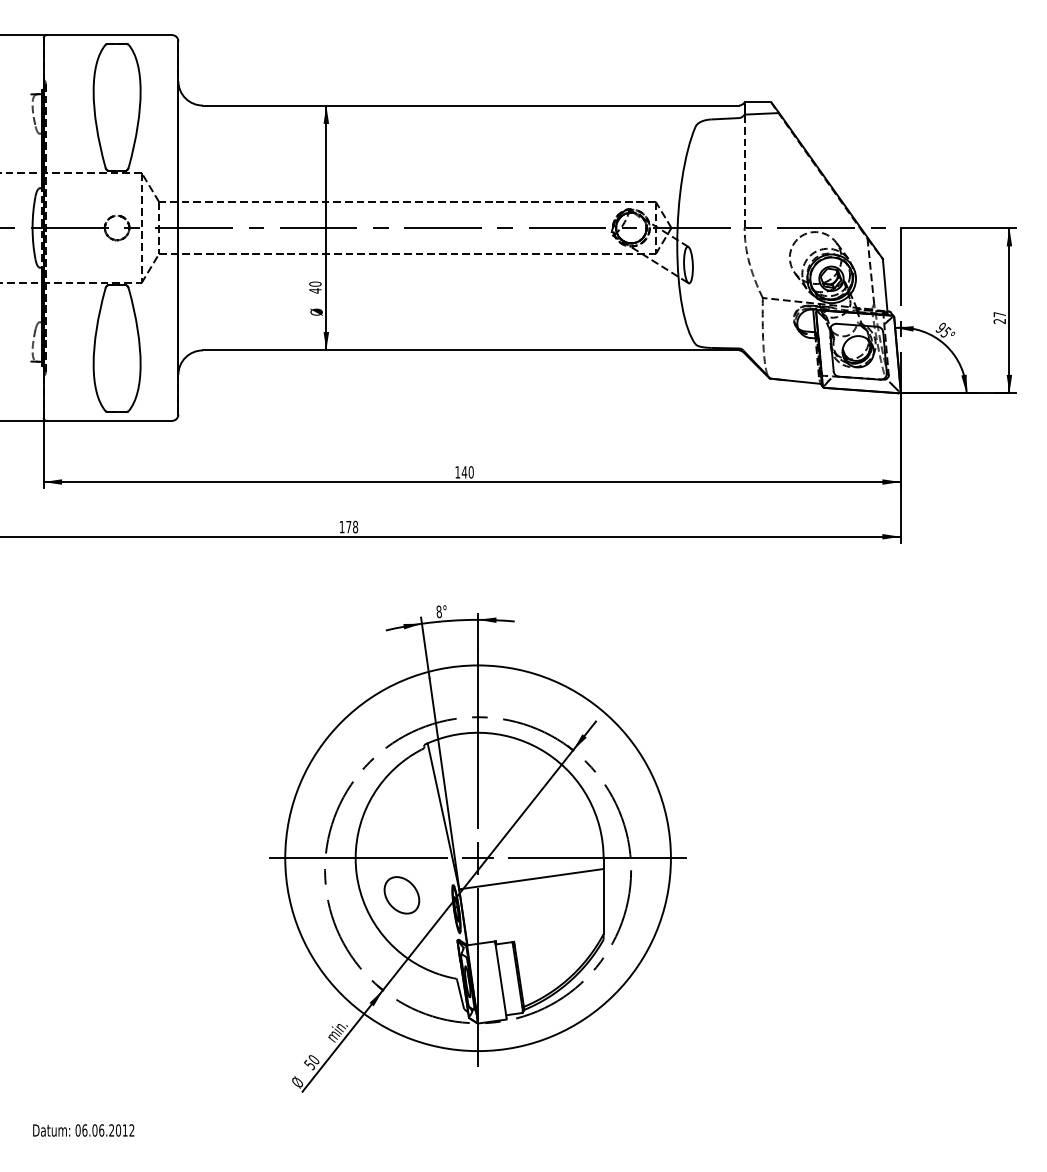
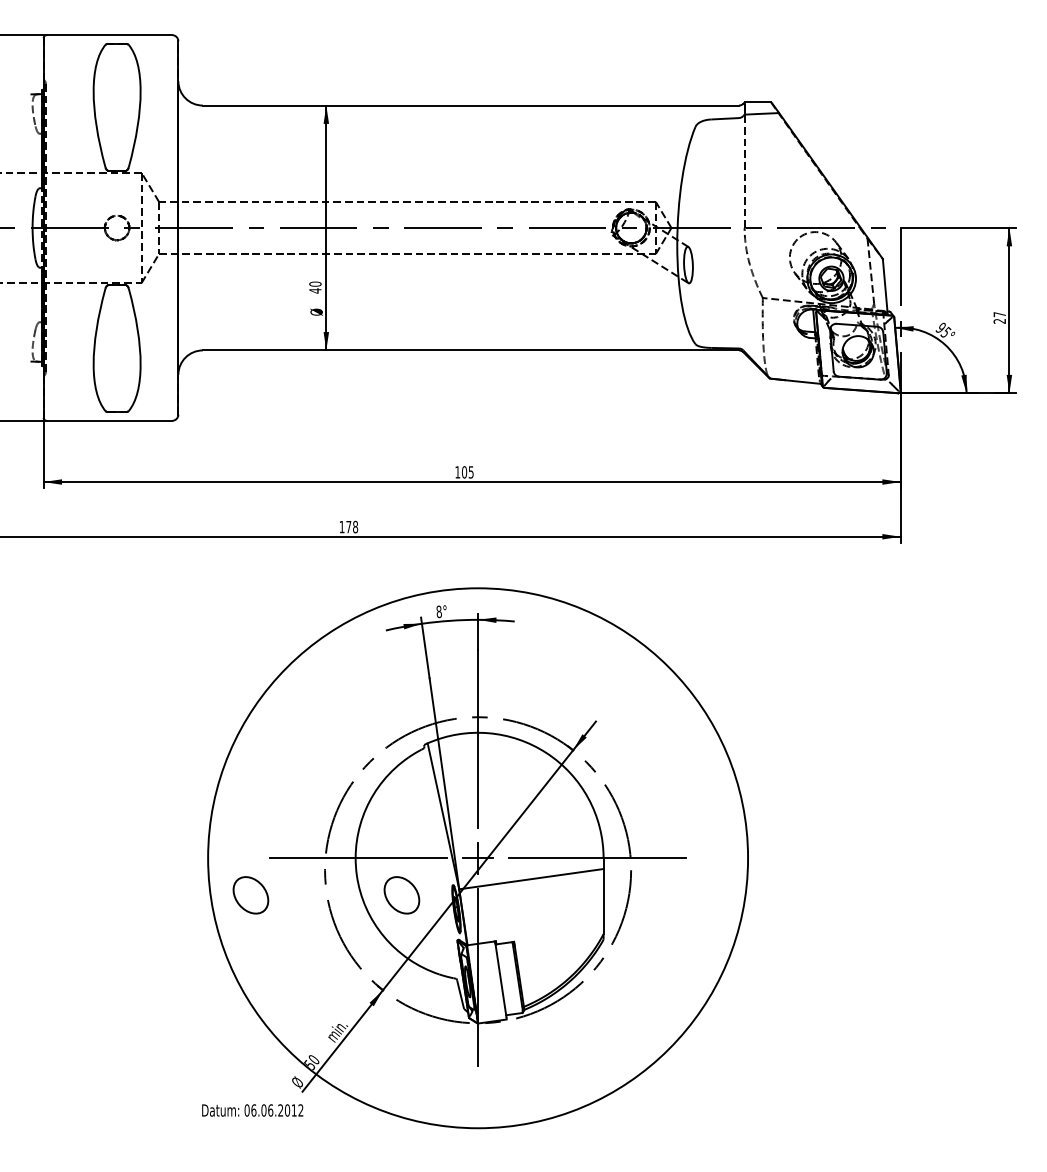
text at (467, 472): 140 -> 105
circle at (477, 858) diameter: 386 px -> 540 px
part at (250, 895): none -> present
text at (83, 1130) position: (83, 1130) -> (252, 1110)
